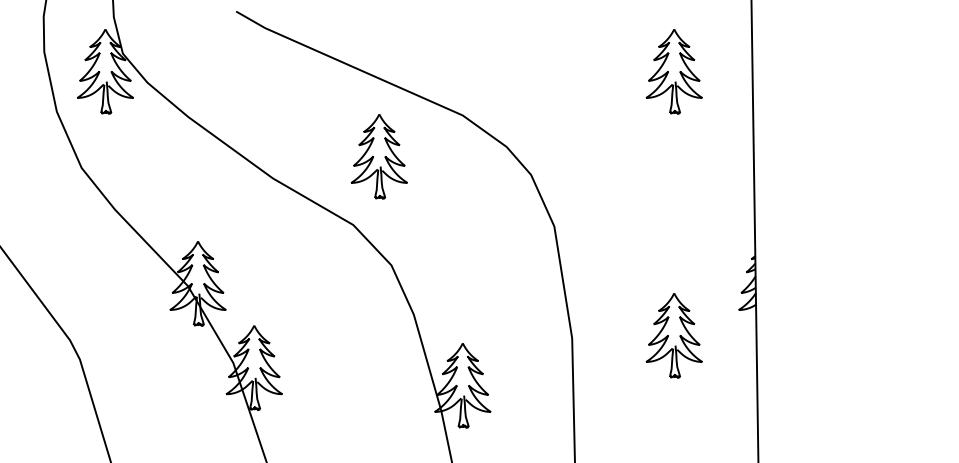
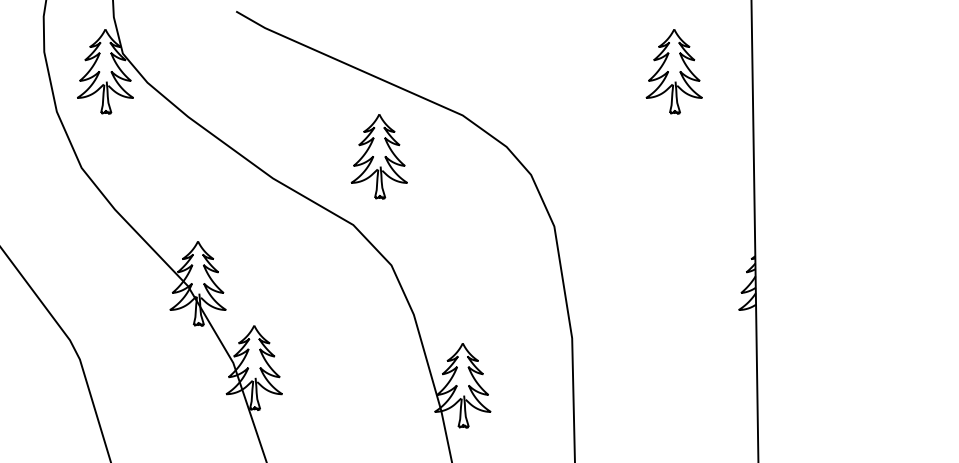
part at (673, 335): present -> none
